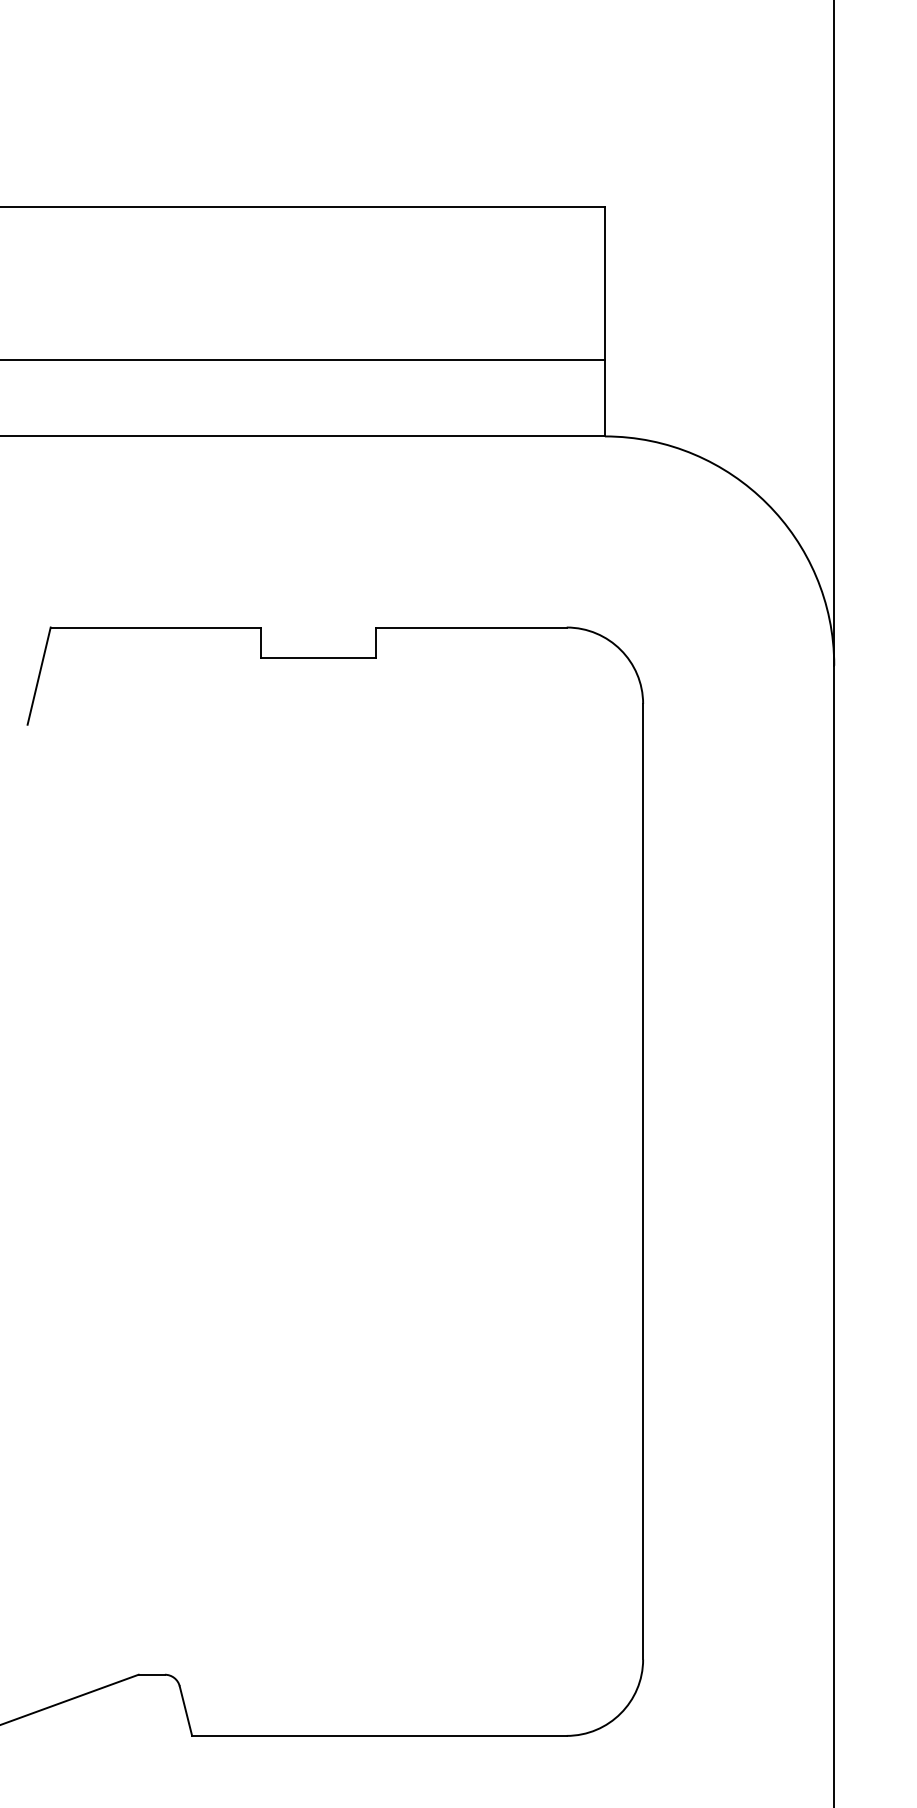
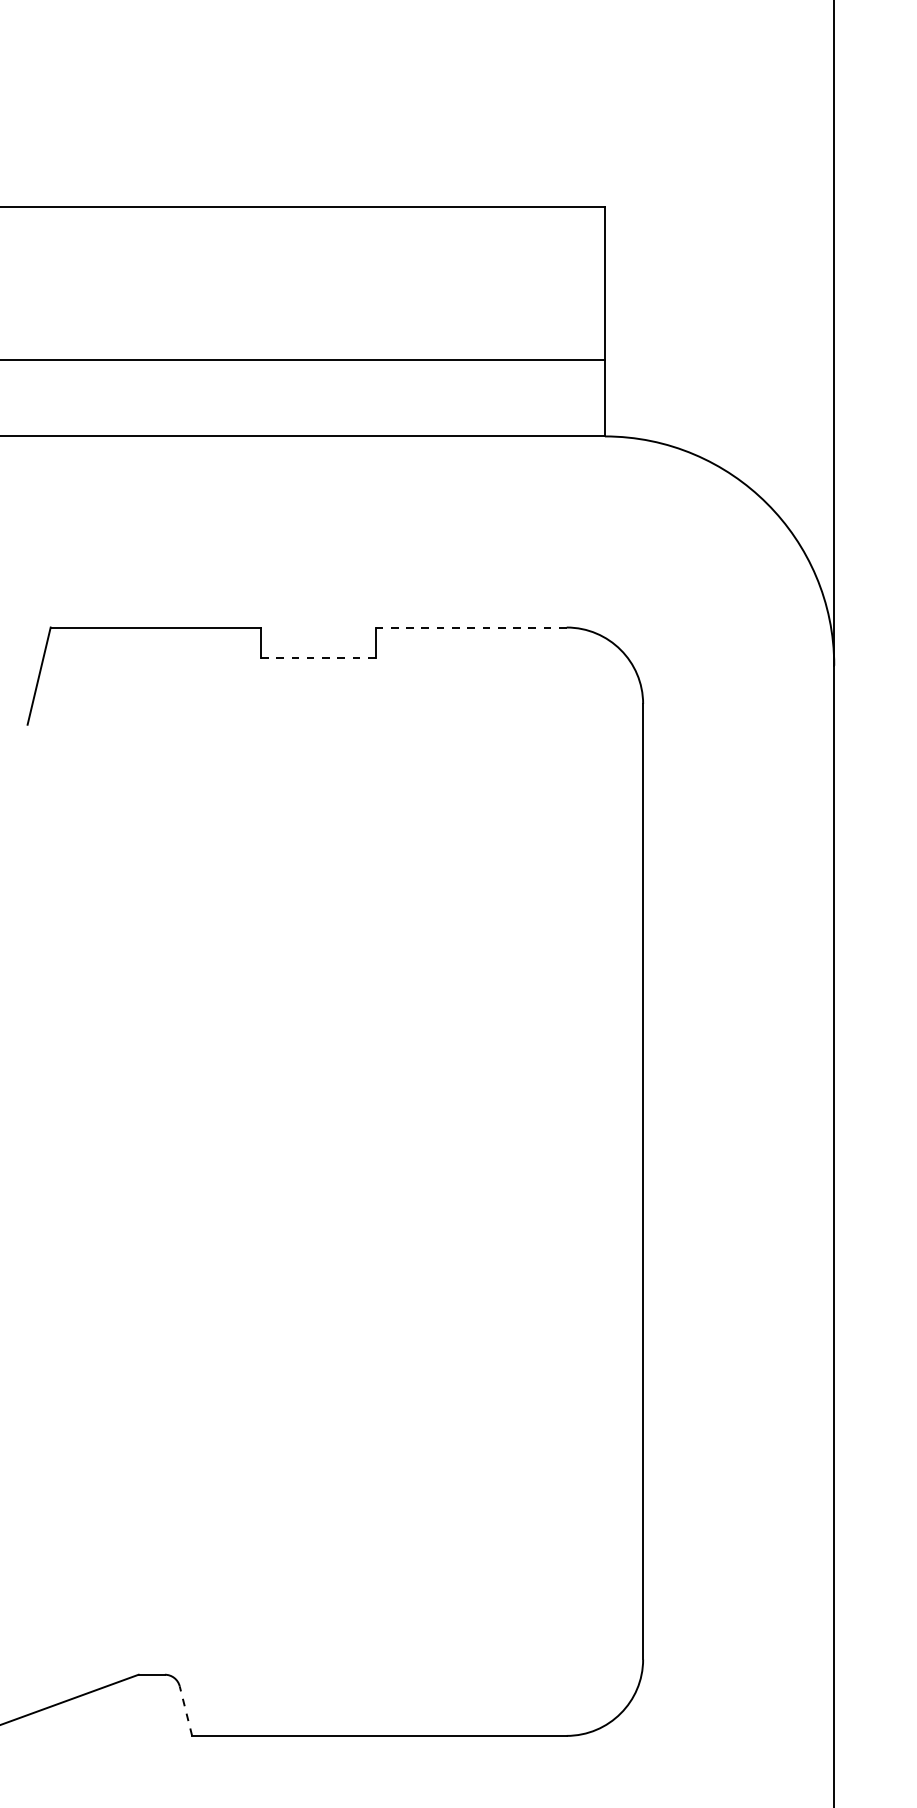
line at (471, 627): solid -> dashed
line at (318, 658): solid -> dashed
line at (185, 1711): solid -> dashed
